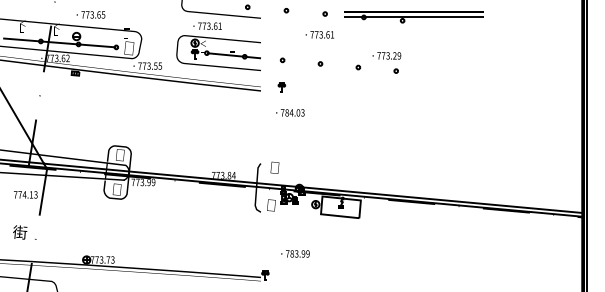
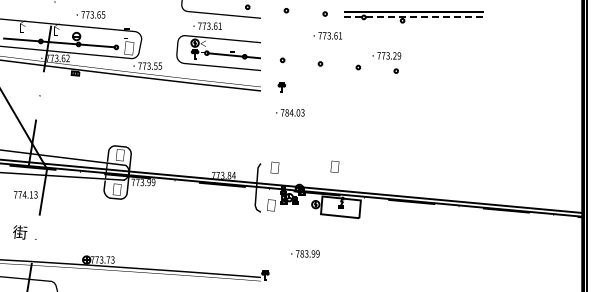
line at (414, 17): solid -> dashed
text at (319, 34) position: (319, 34) -> (327, 35)
part at (334, 166): none -> present
text at (295, 253) position: (295, 253) -> (305, 253)
